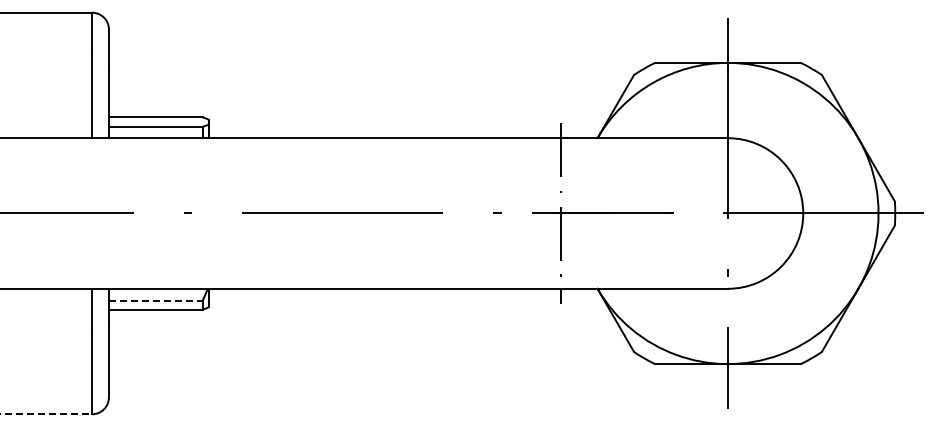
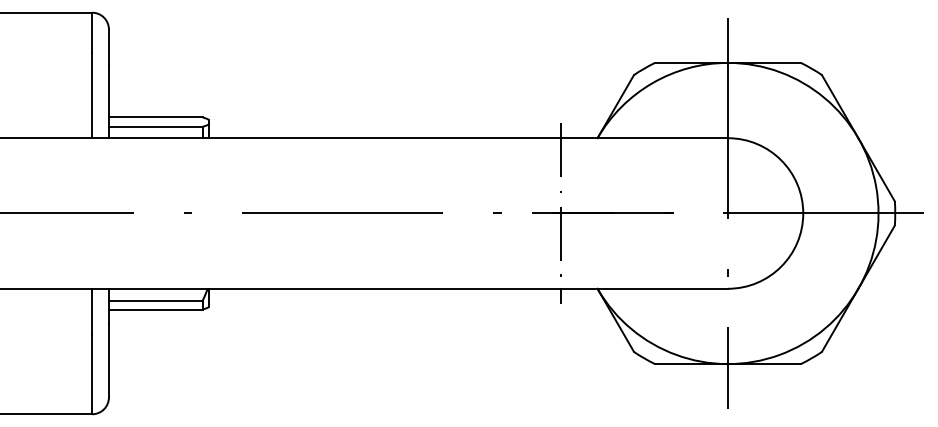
line at (155, 300): dashed -> solid
line at (46, 414): dashed -> solid
